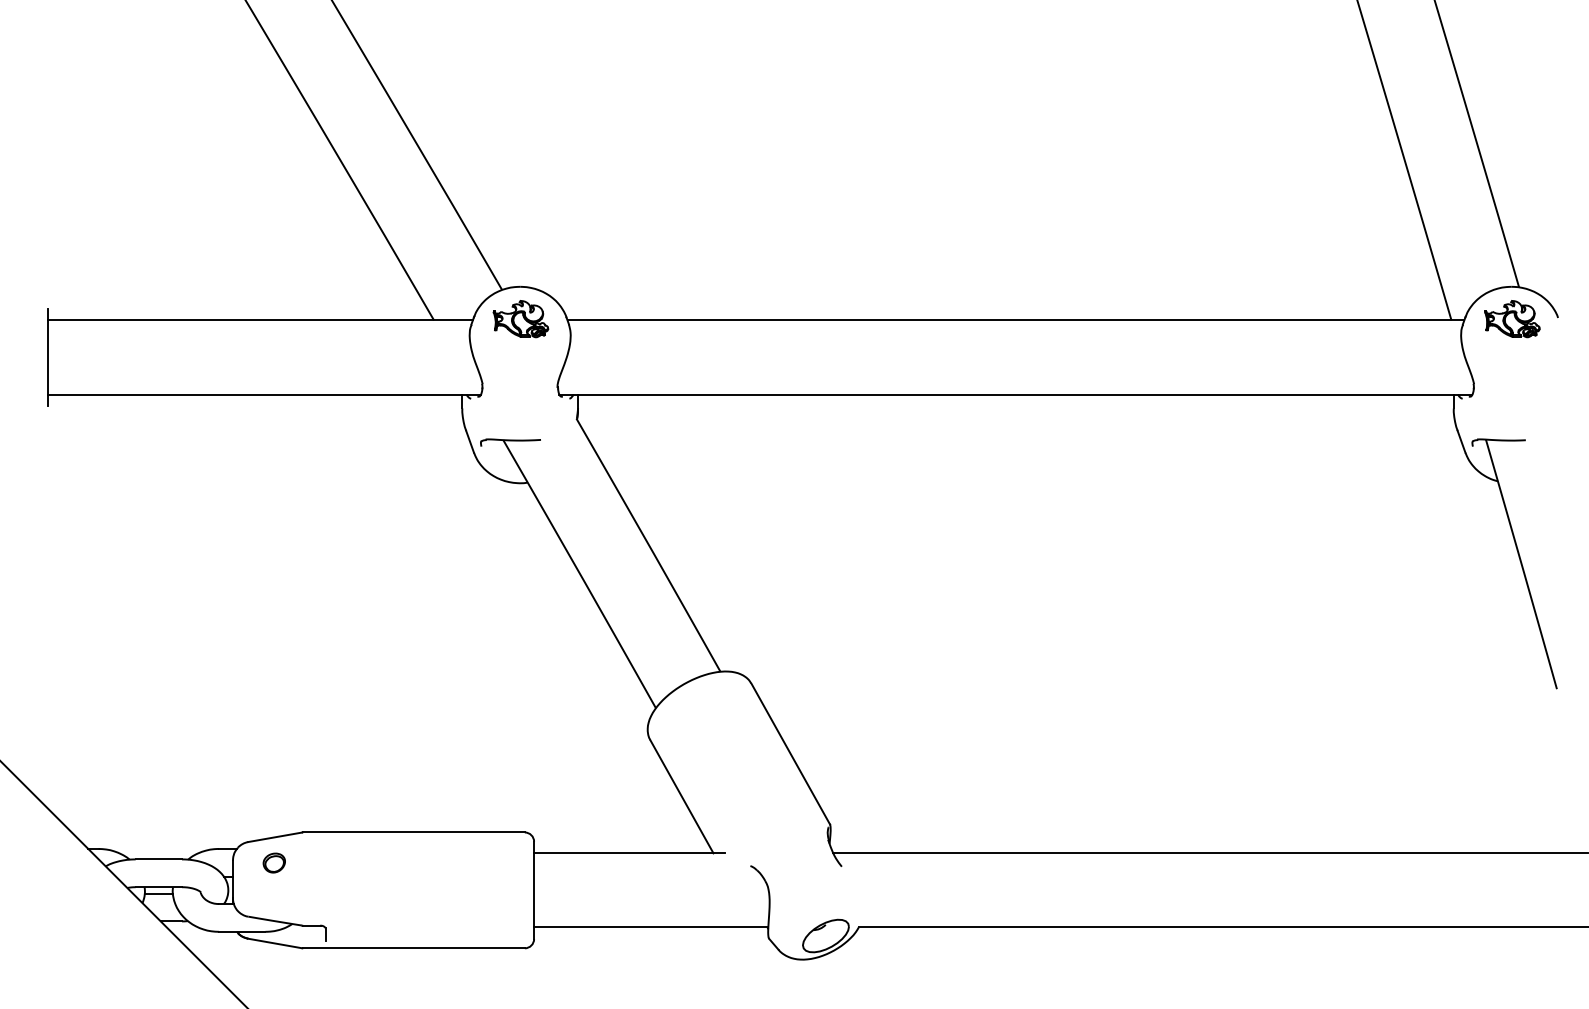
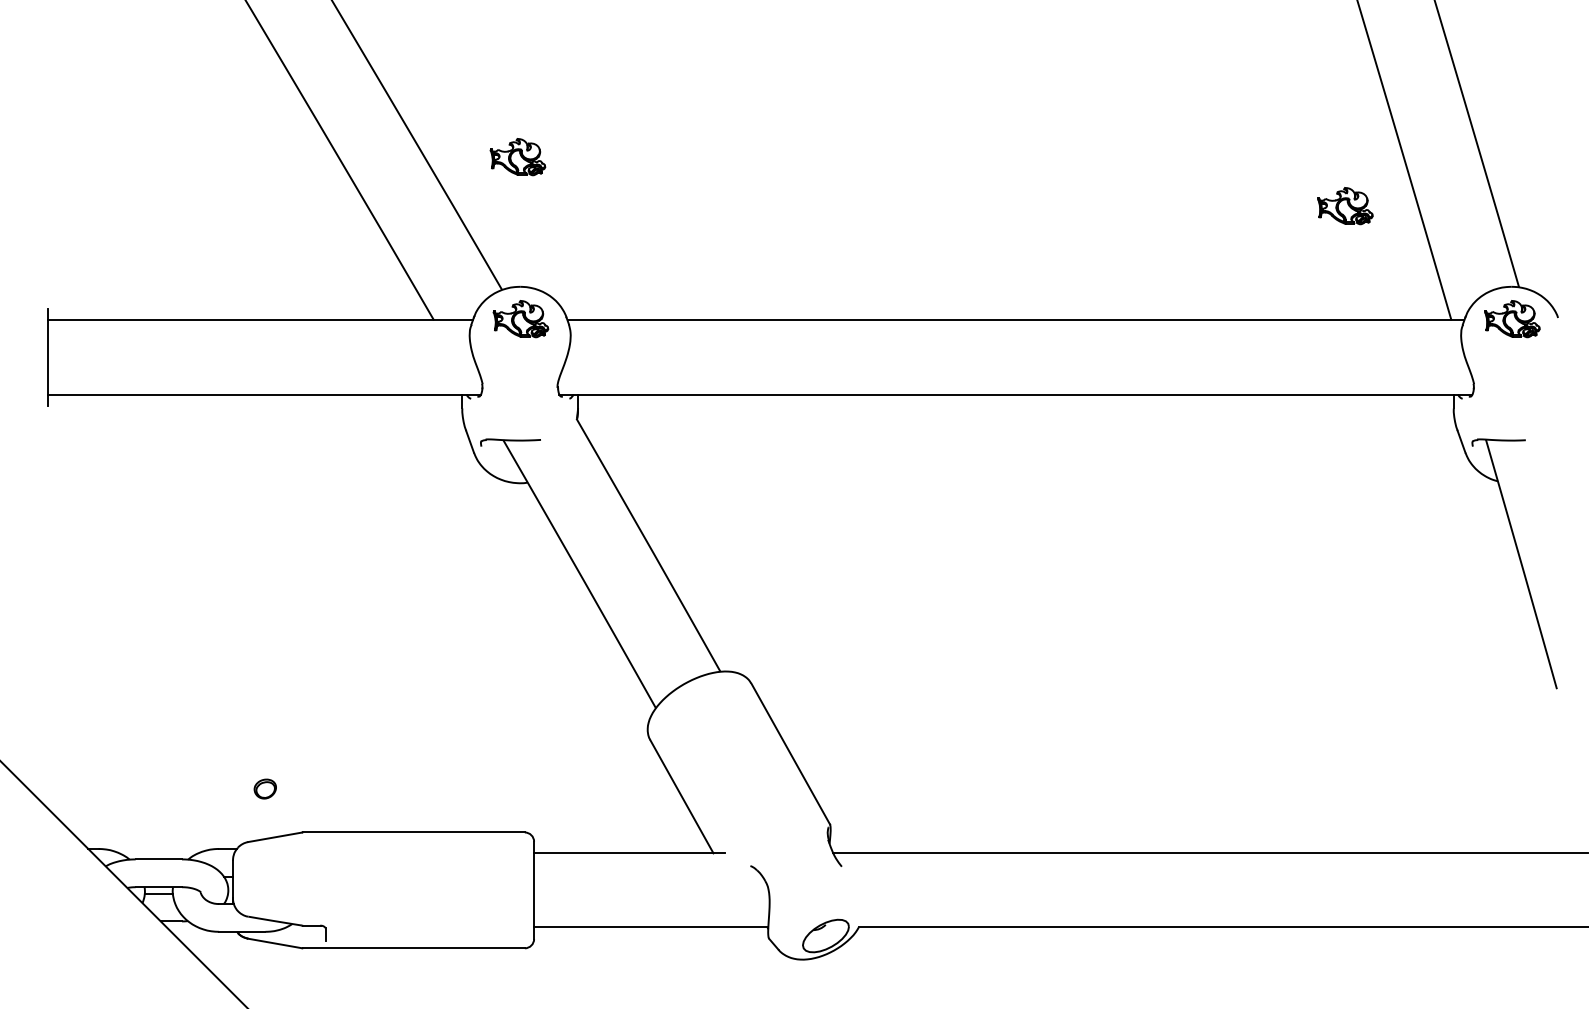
part at (517, 157): none -> present
part at (1345, 206): none -> present
part at (273, 862) position: (273, 862) -> (264, 788)
